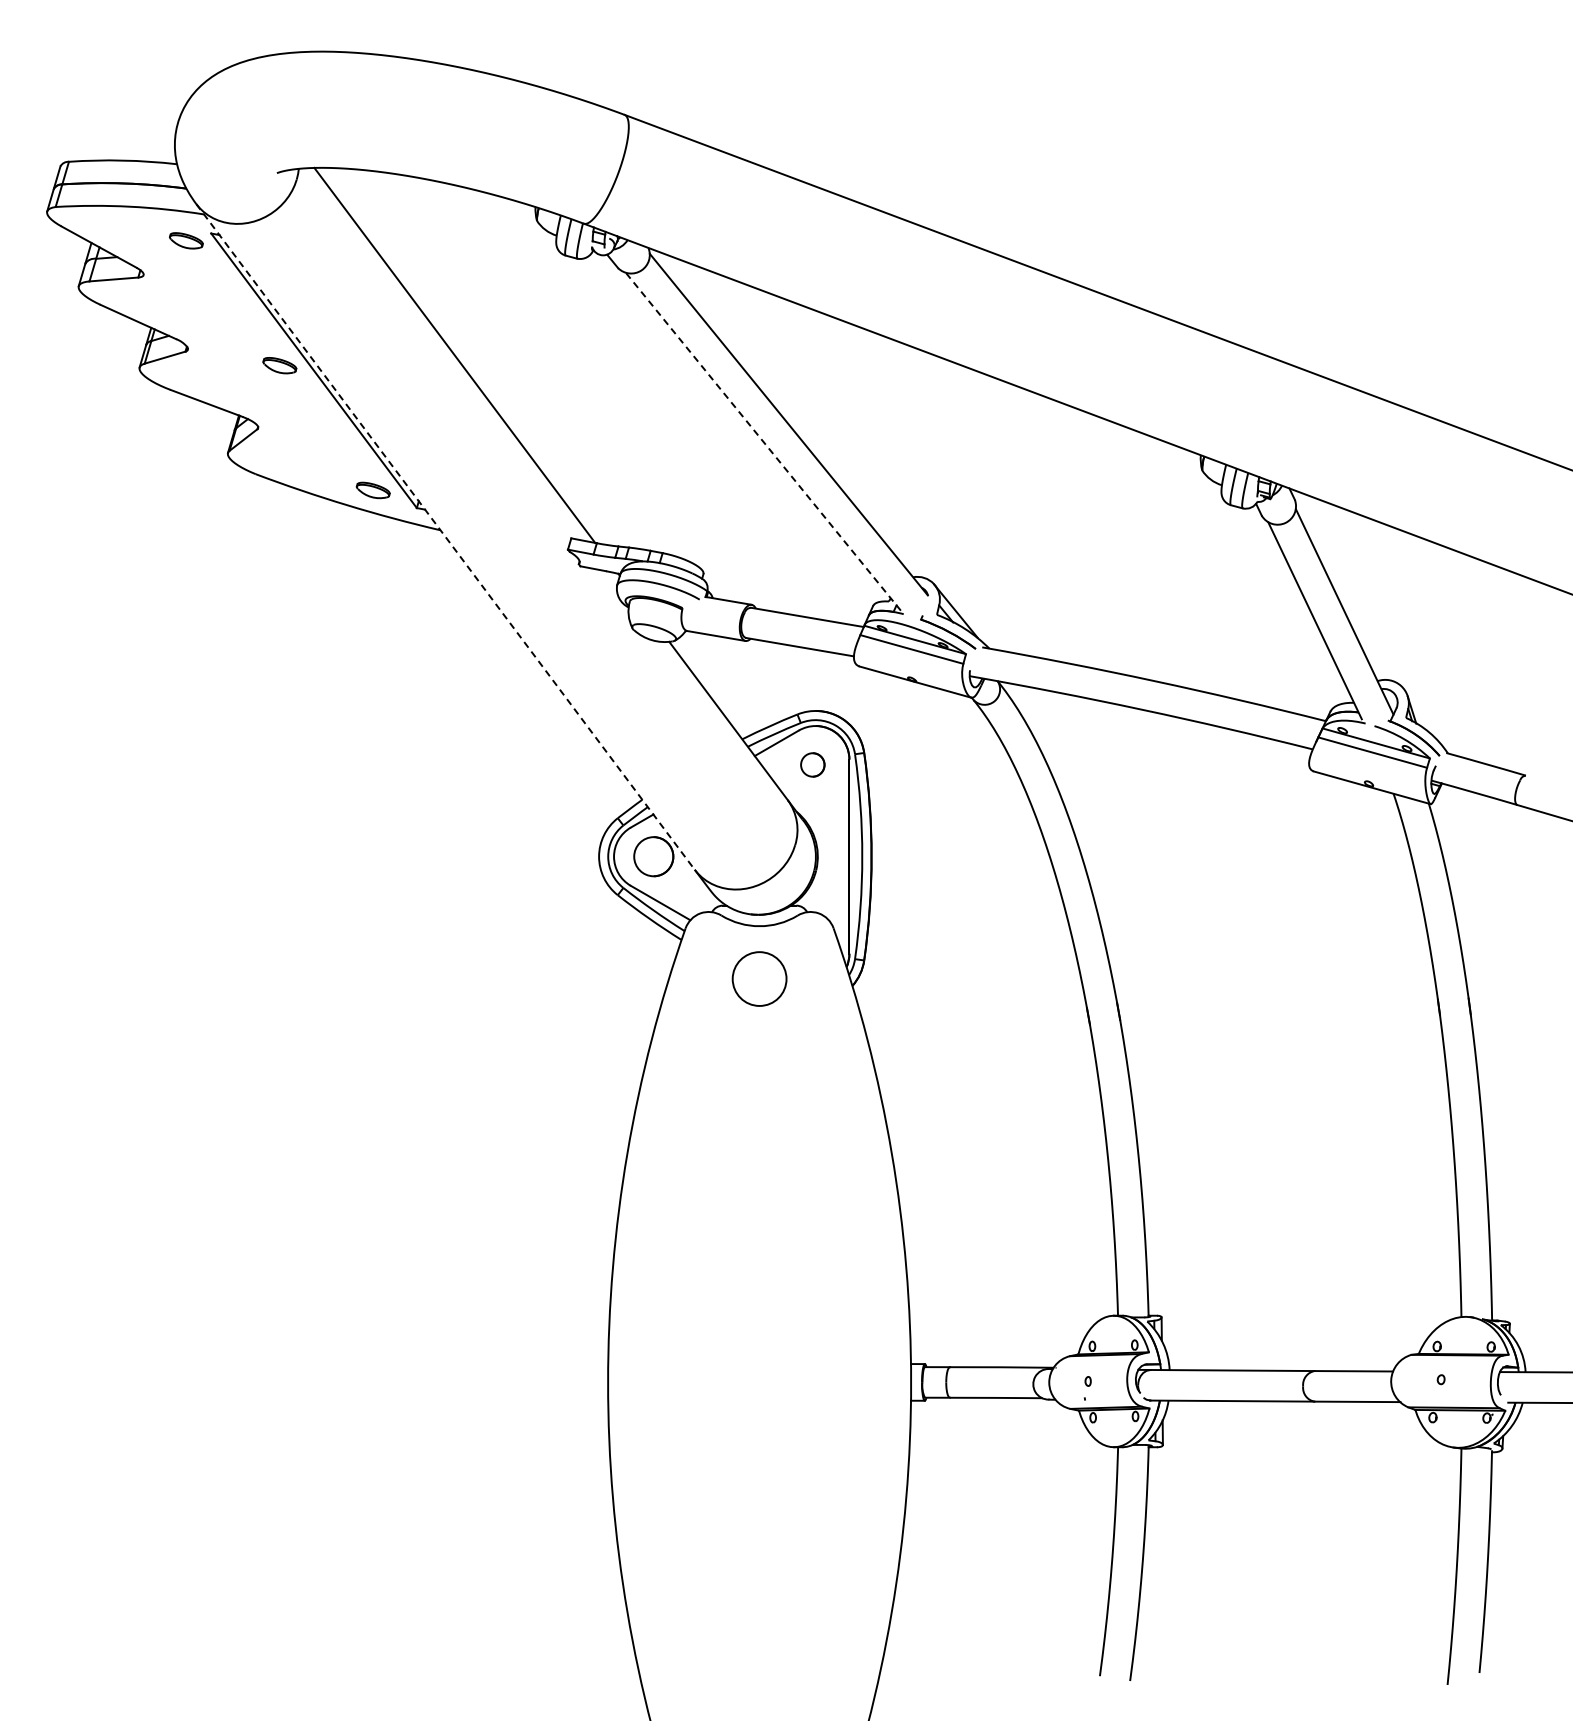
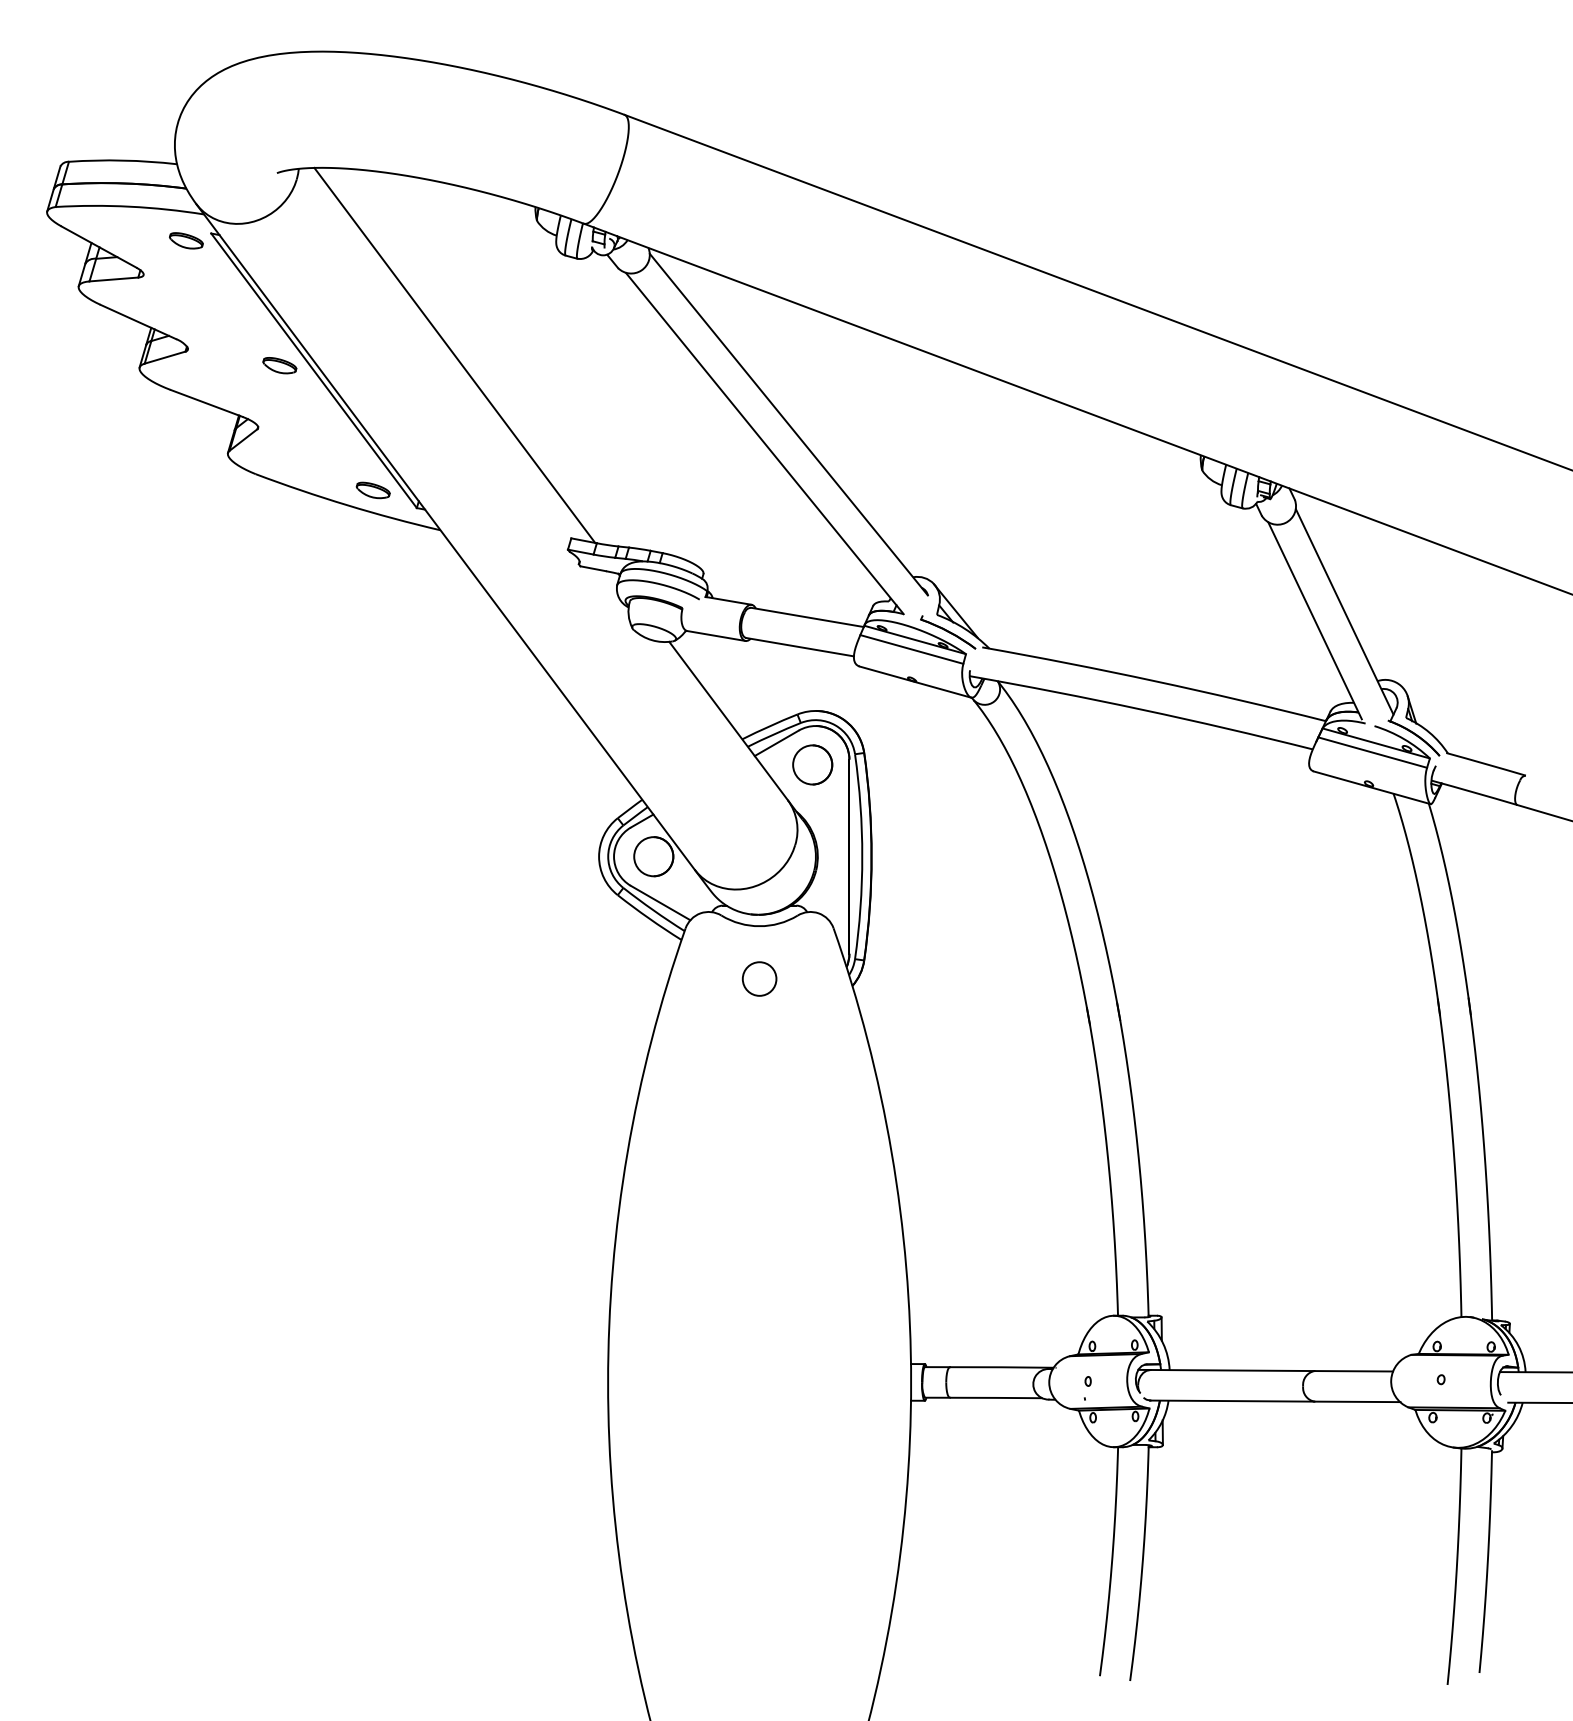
line at (764, 443): dashed -> solid
line at (445, 536): dashed -> solid
circle at (812, 764) size: 26x26 px -> 42x42 px
circle at (759, 978) diameter: 54 px -> 34 px
